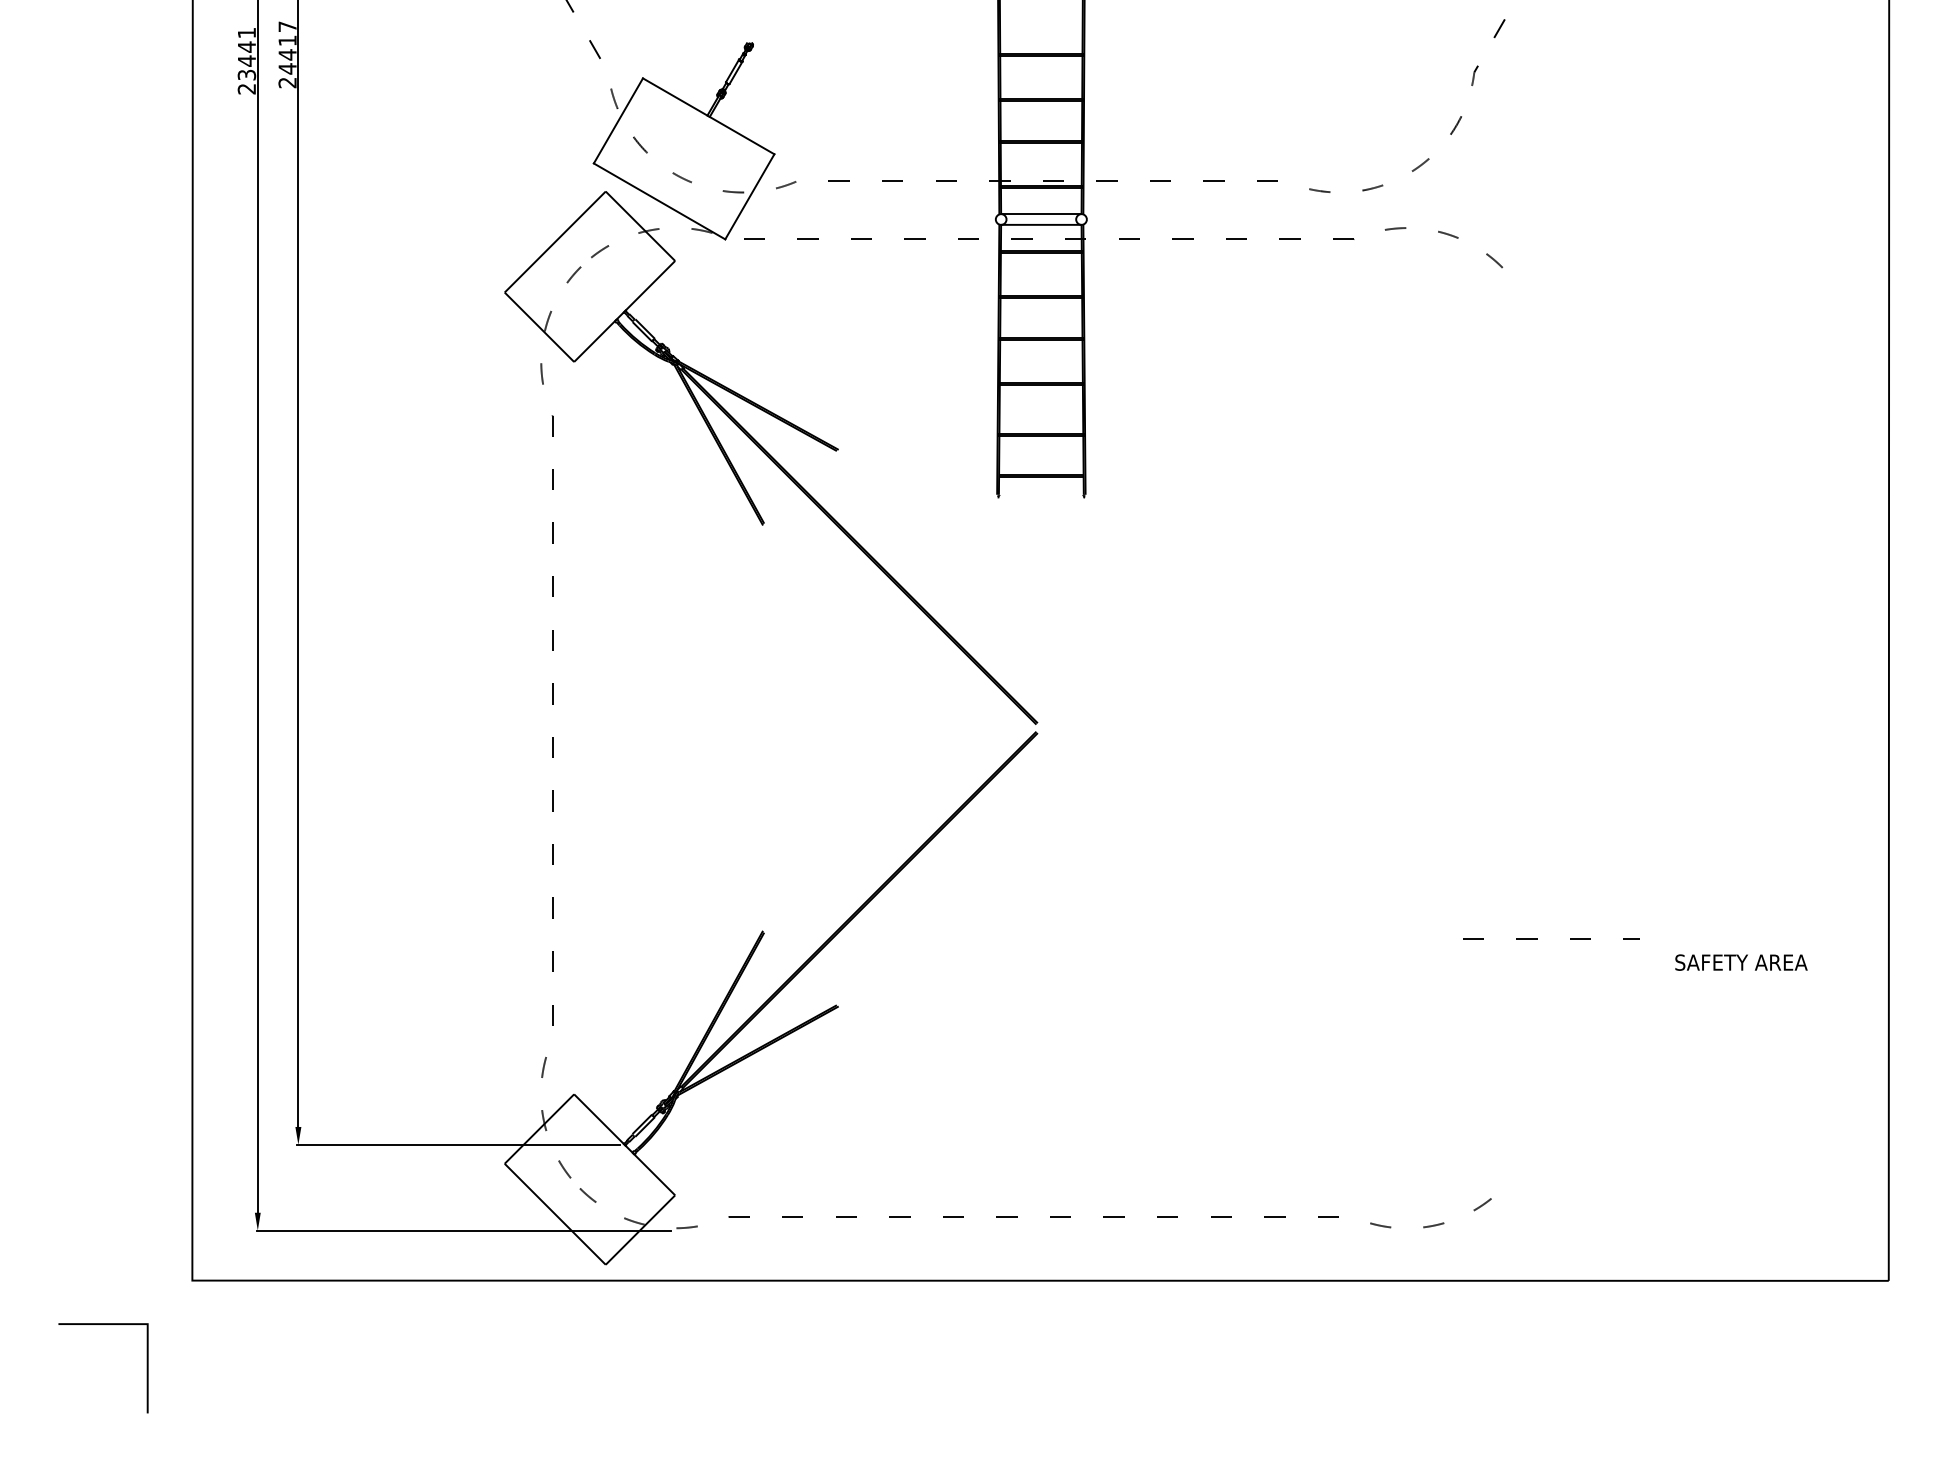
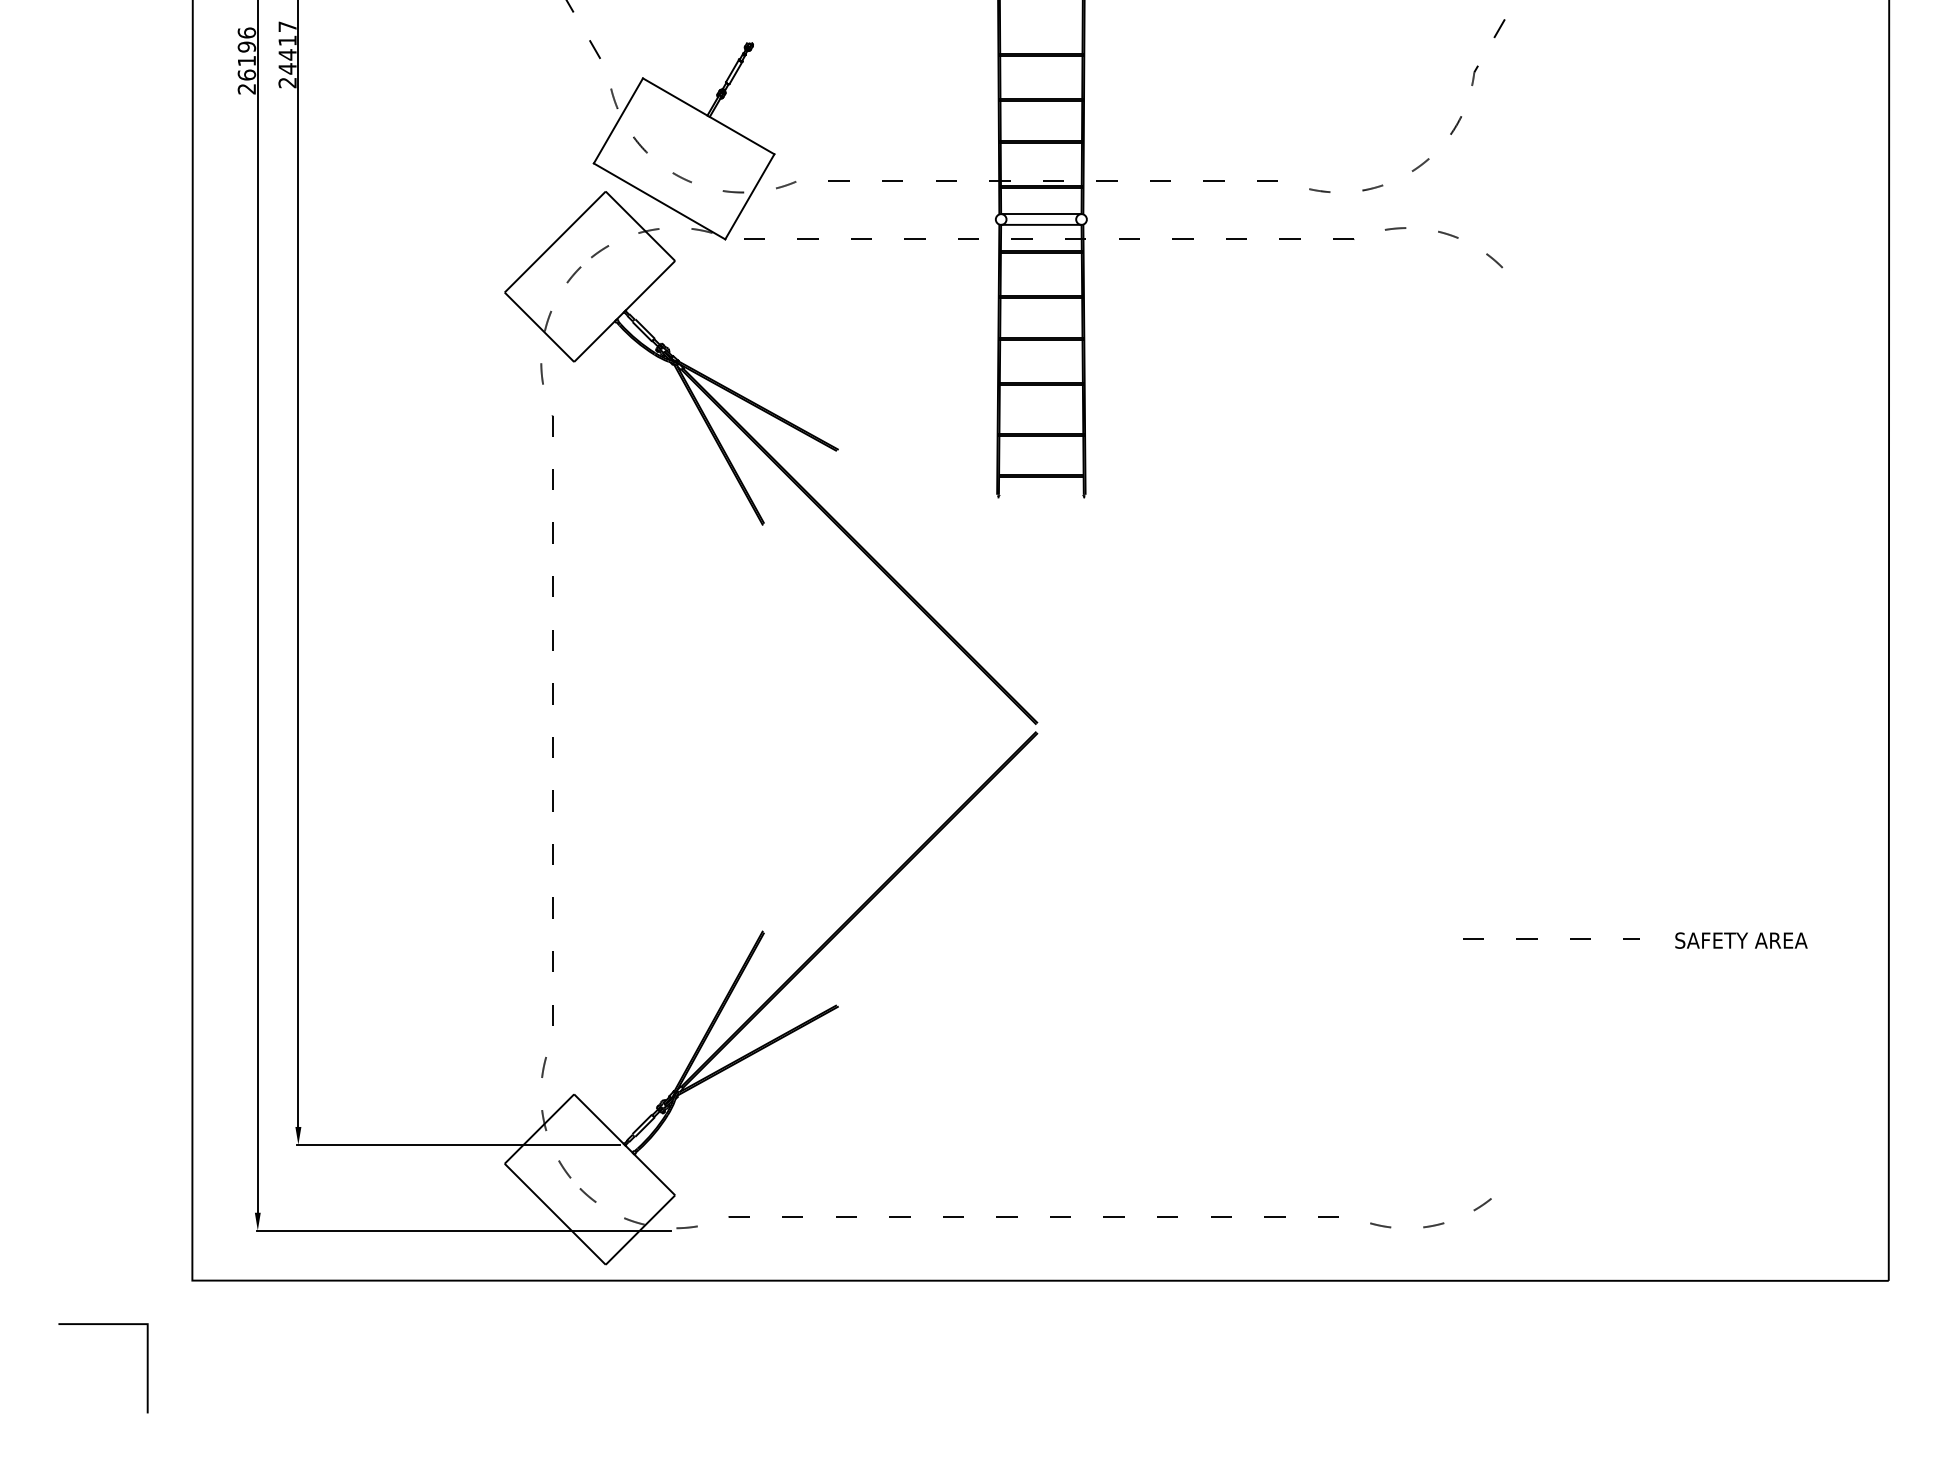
text at (246, 53): 23441 -> 26196
text at (1741, 962) position: (1741, 962) -> (1741, 940)
